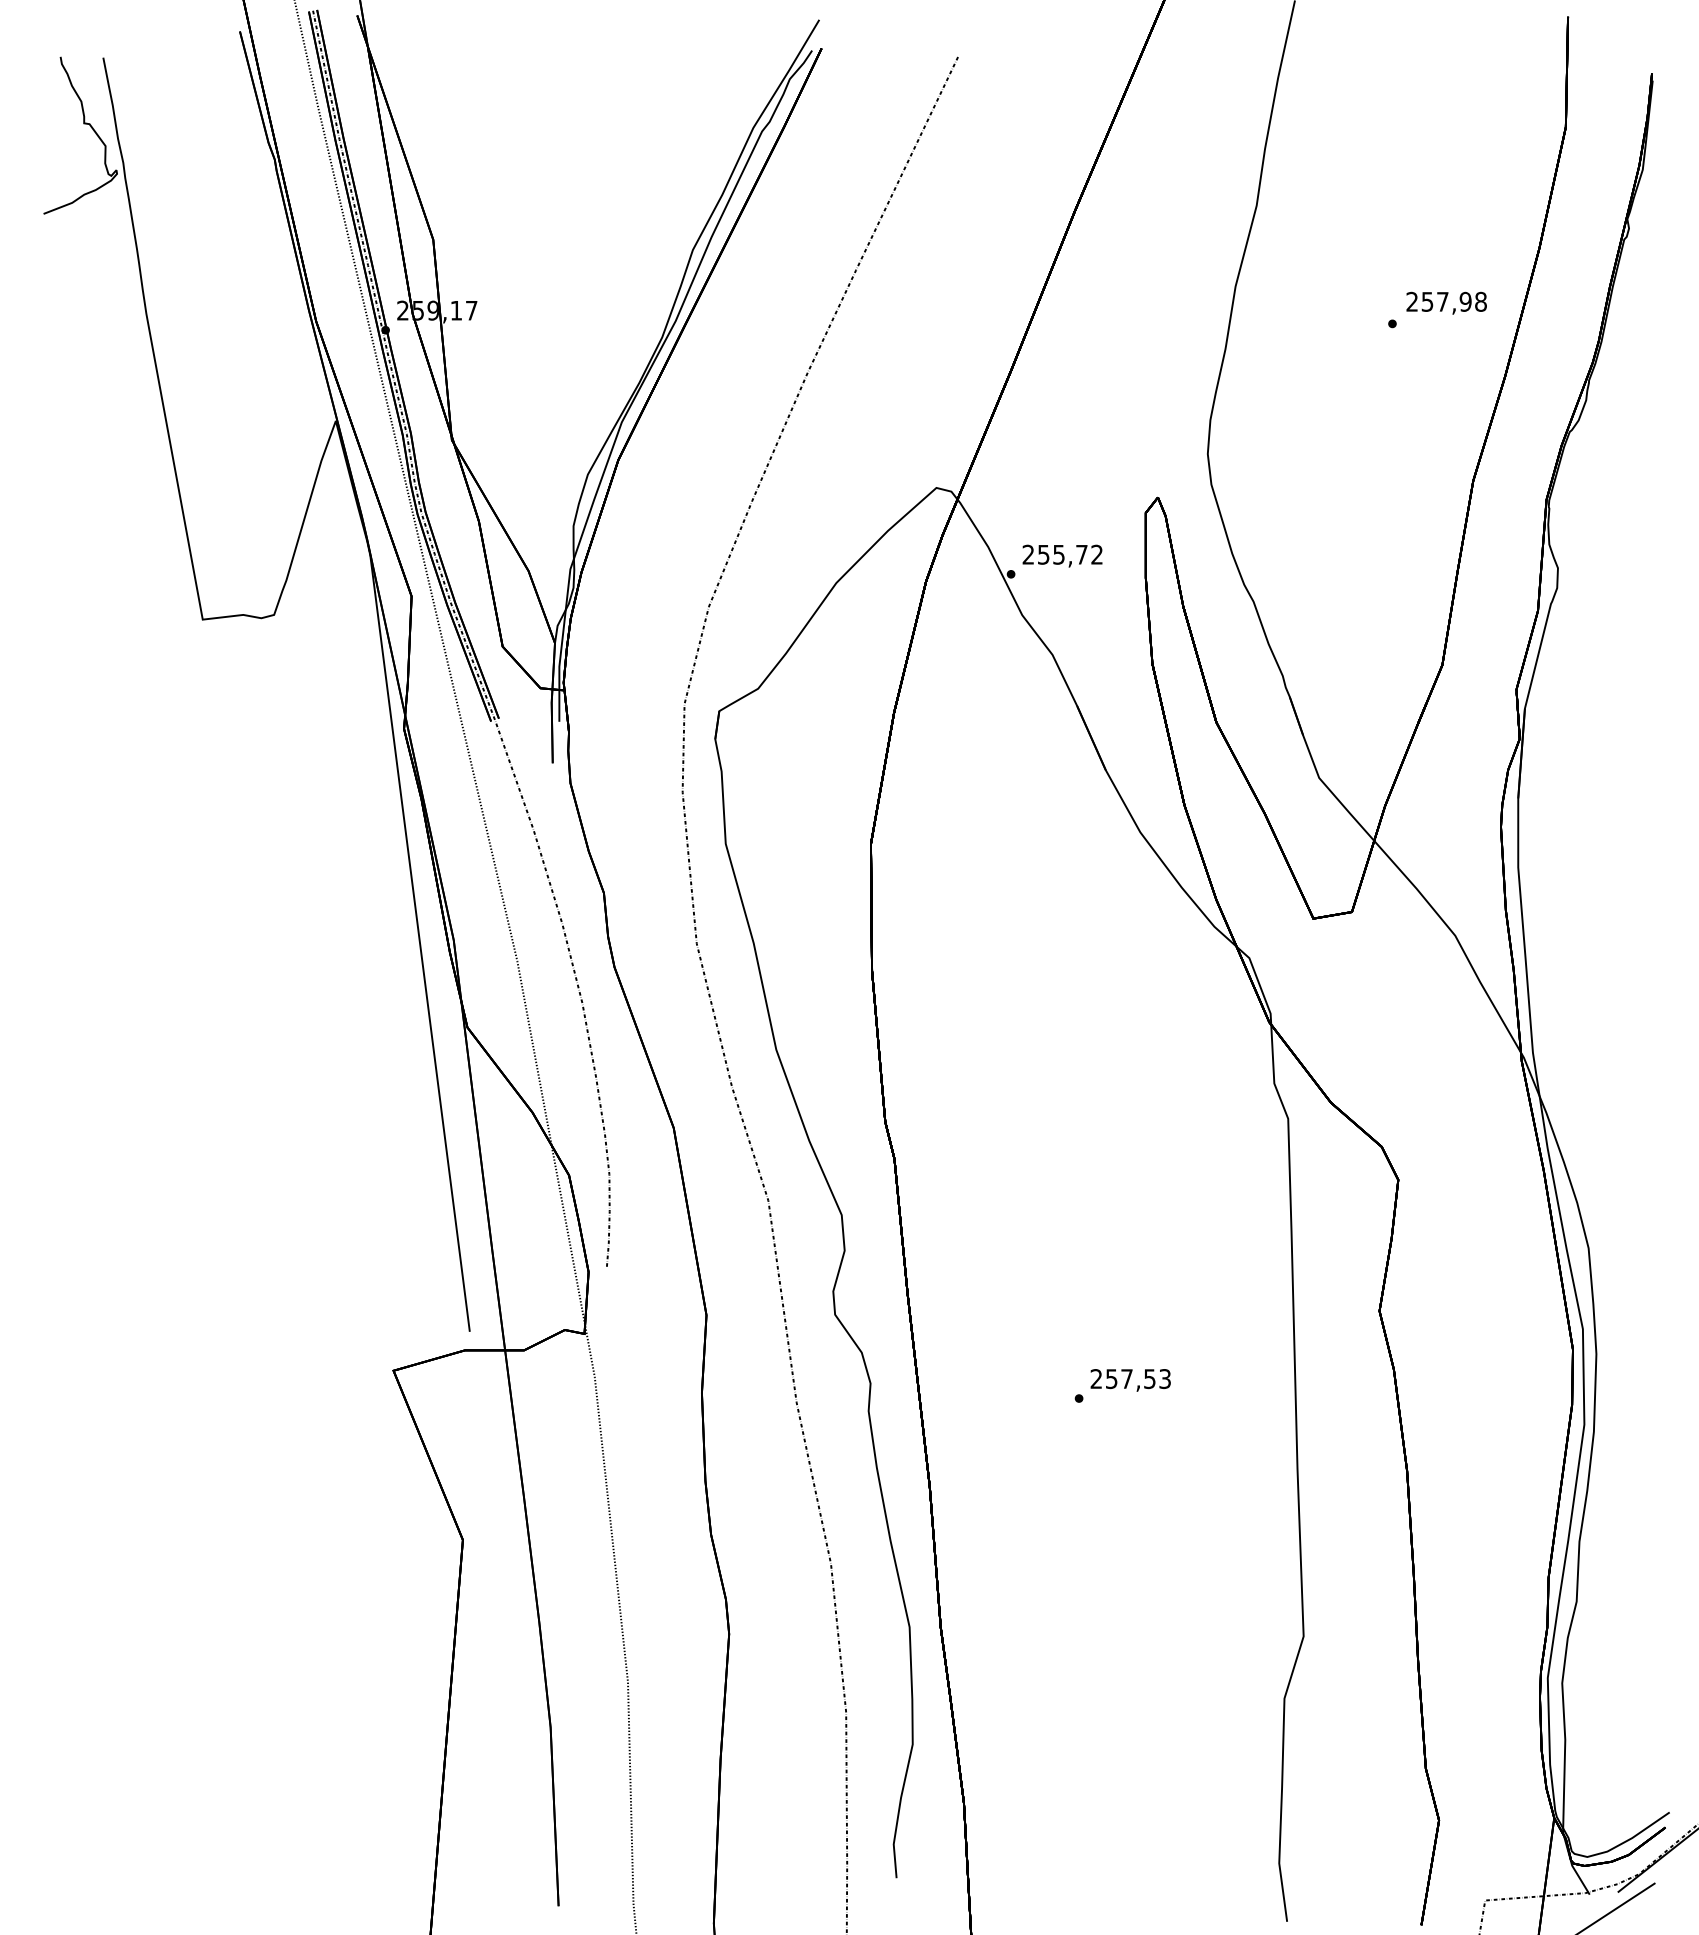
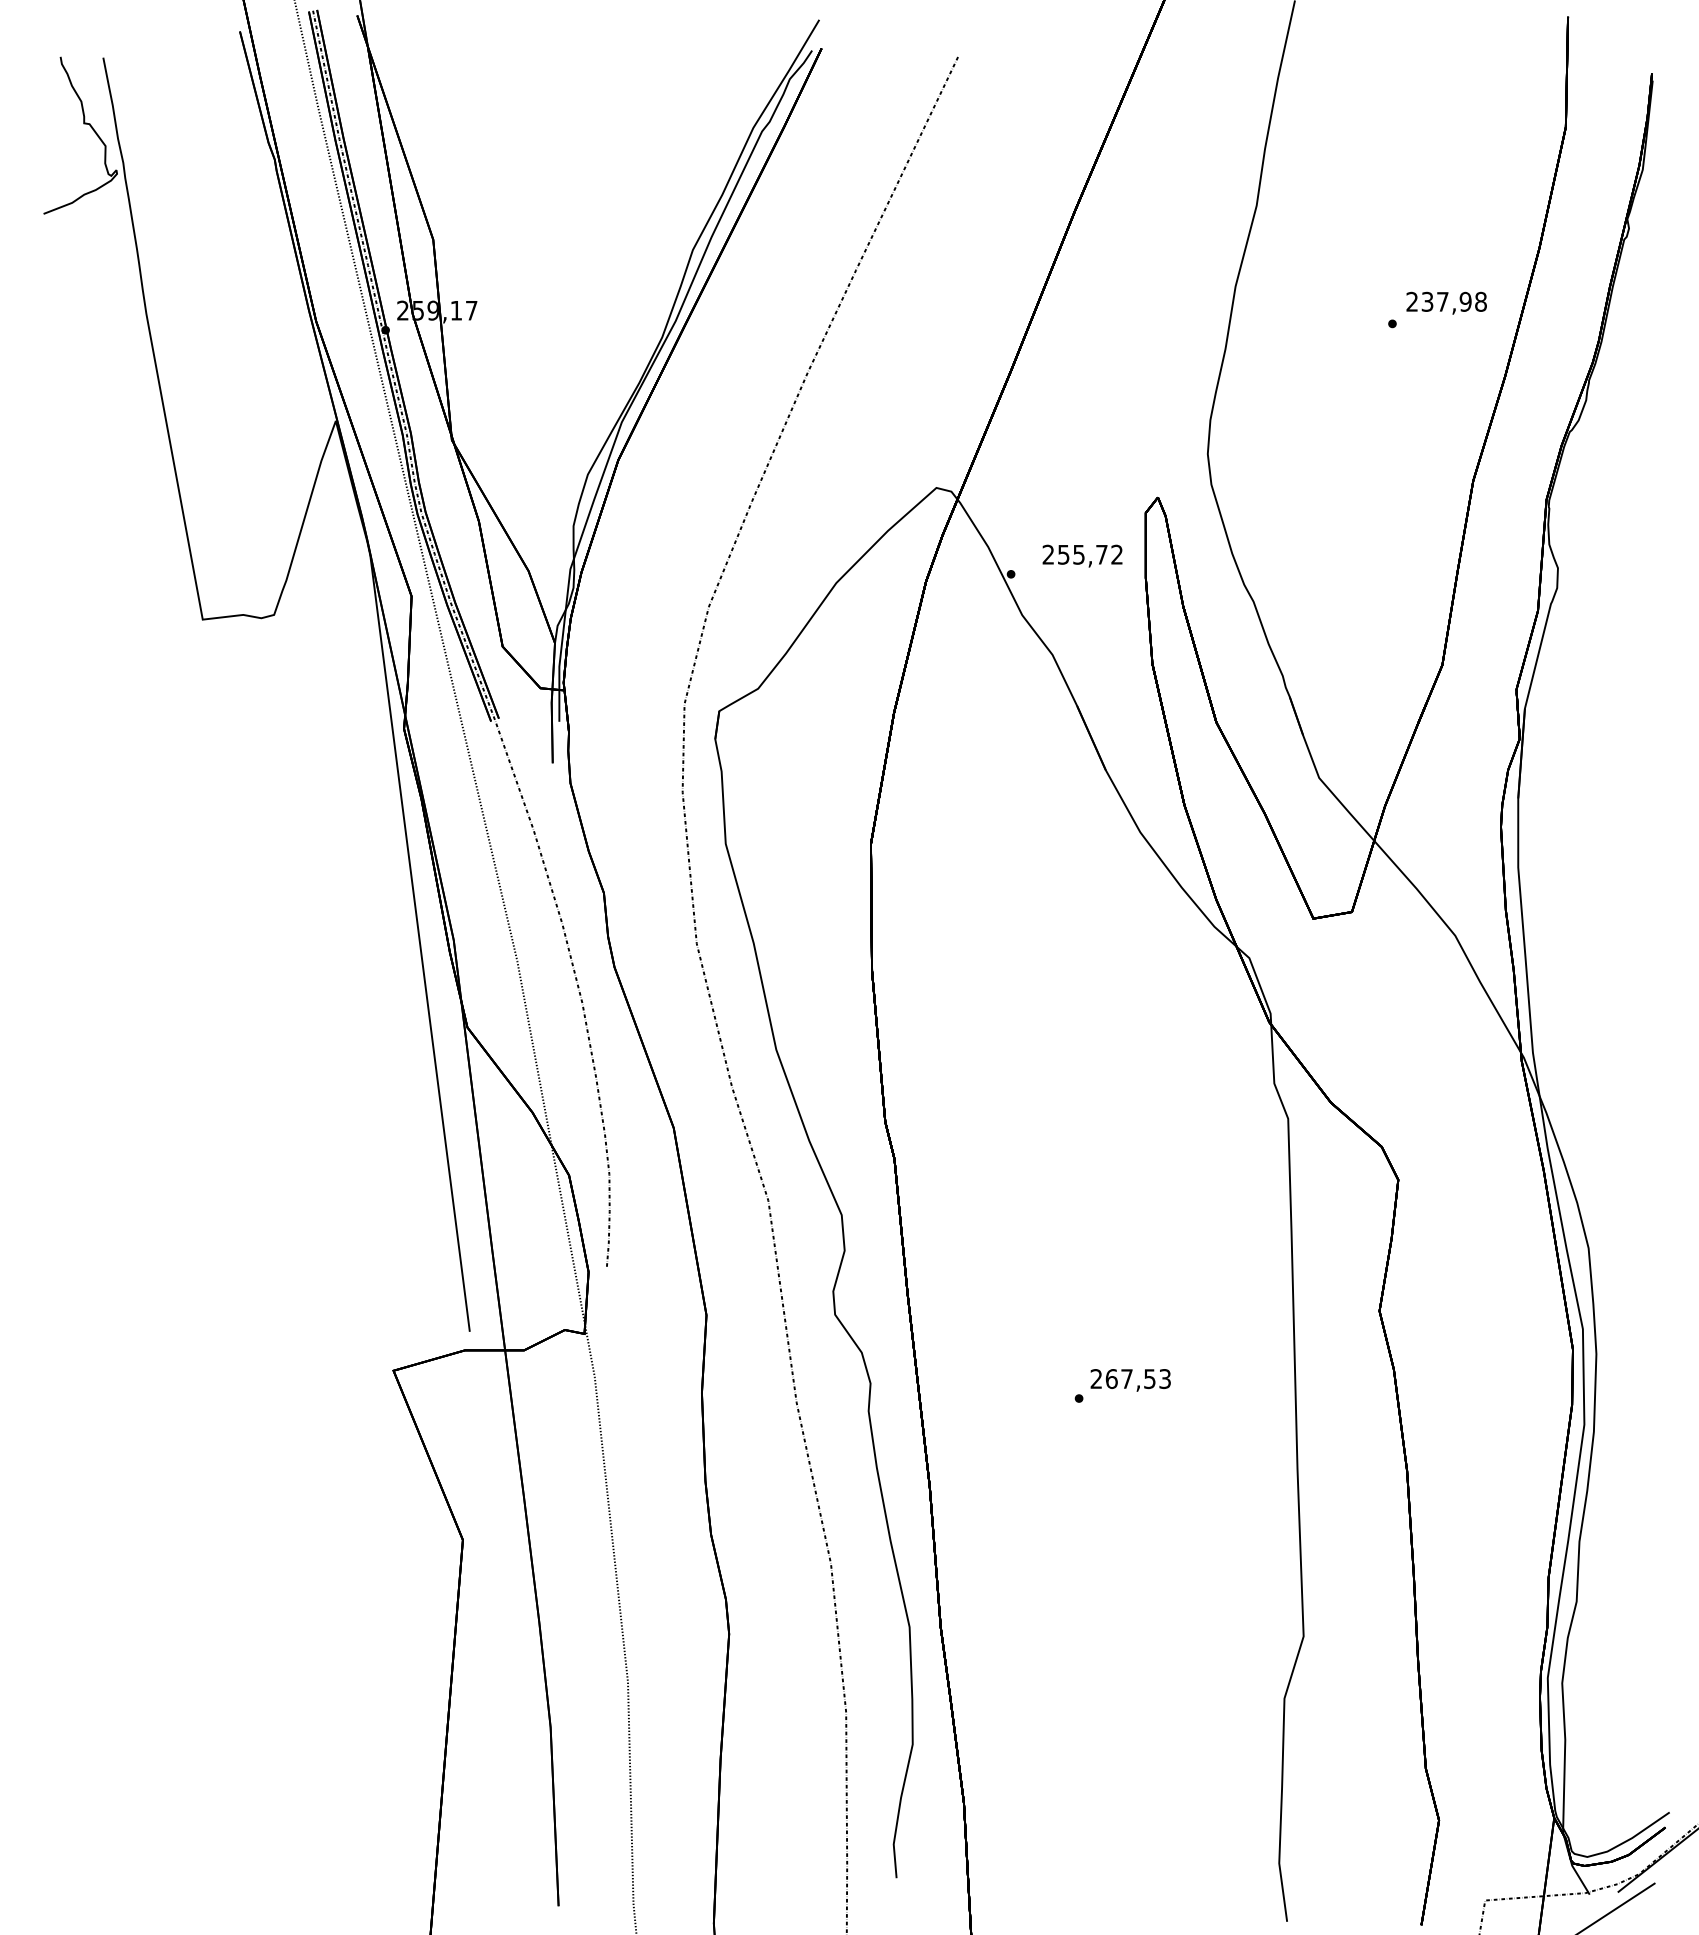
text at (1427, 301): 257,98 -> 237,98
text at (1062, 555) position: (1062, 555) -> (1082, 555)
text at (1111, 1379): 257,53 -> 267,53
